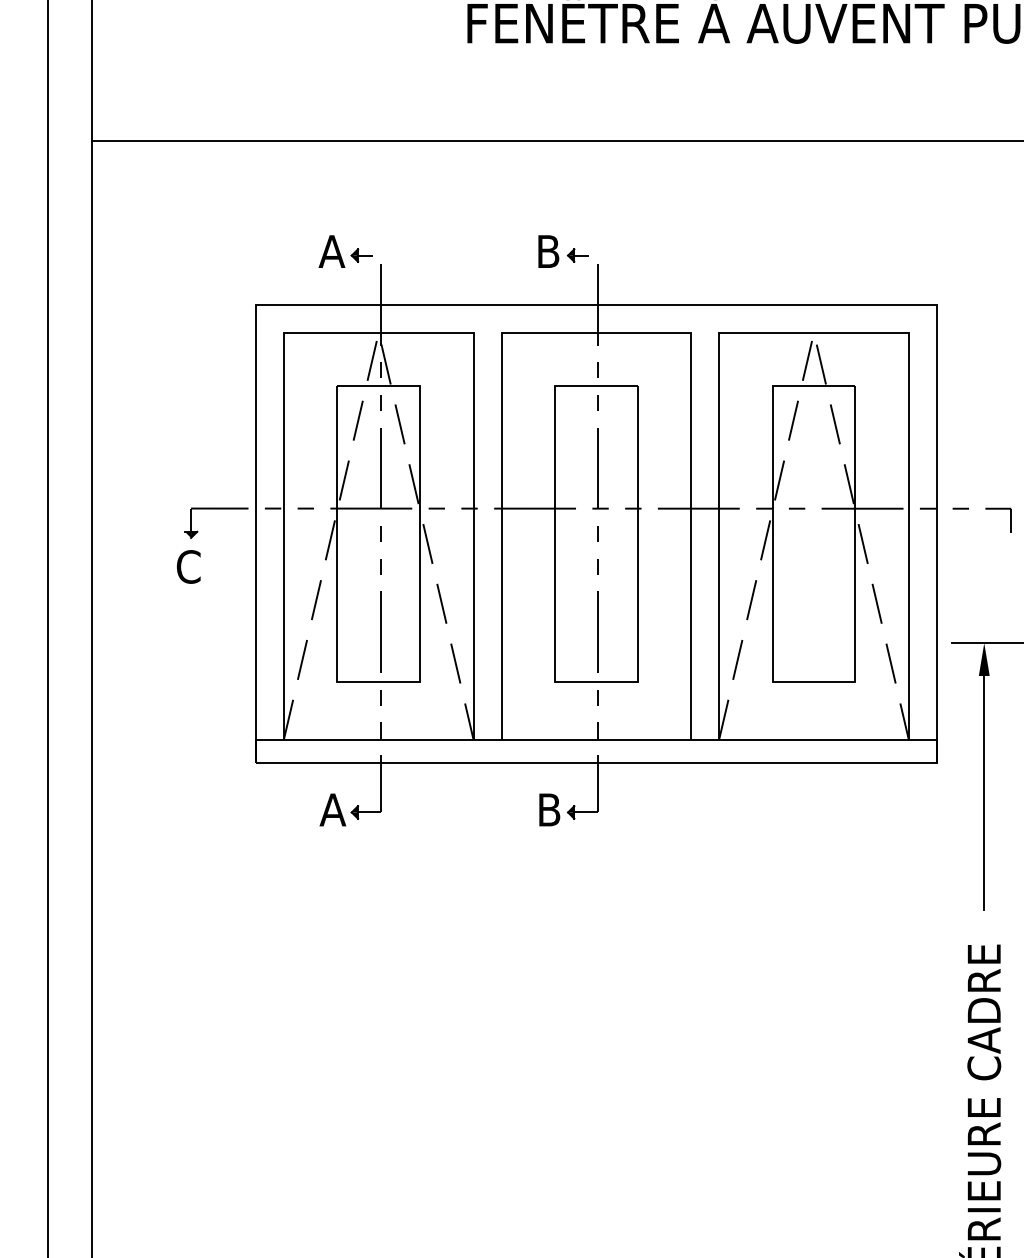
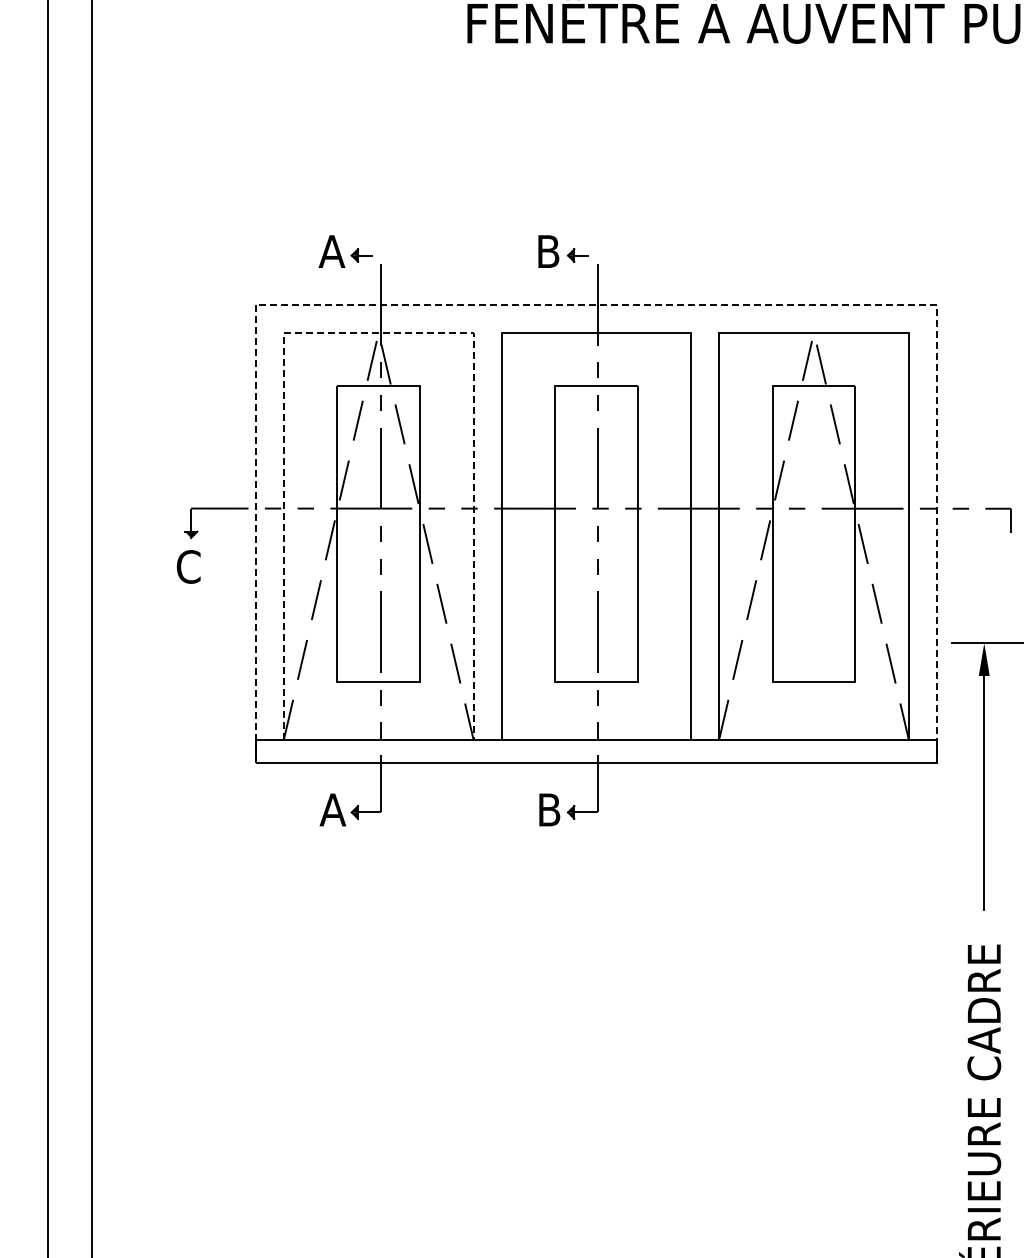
line at (556, 141): present -> none
line at (596, 304): solid -> dashed
line at (378, 332): solid -> dashed
